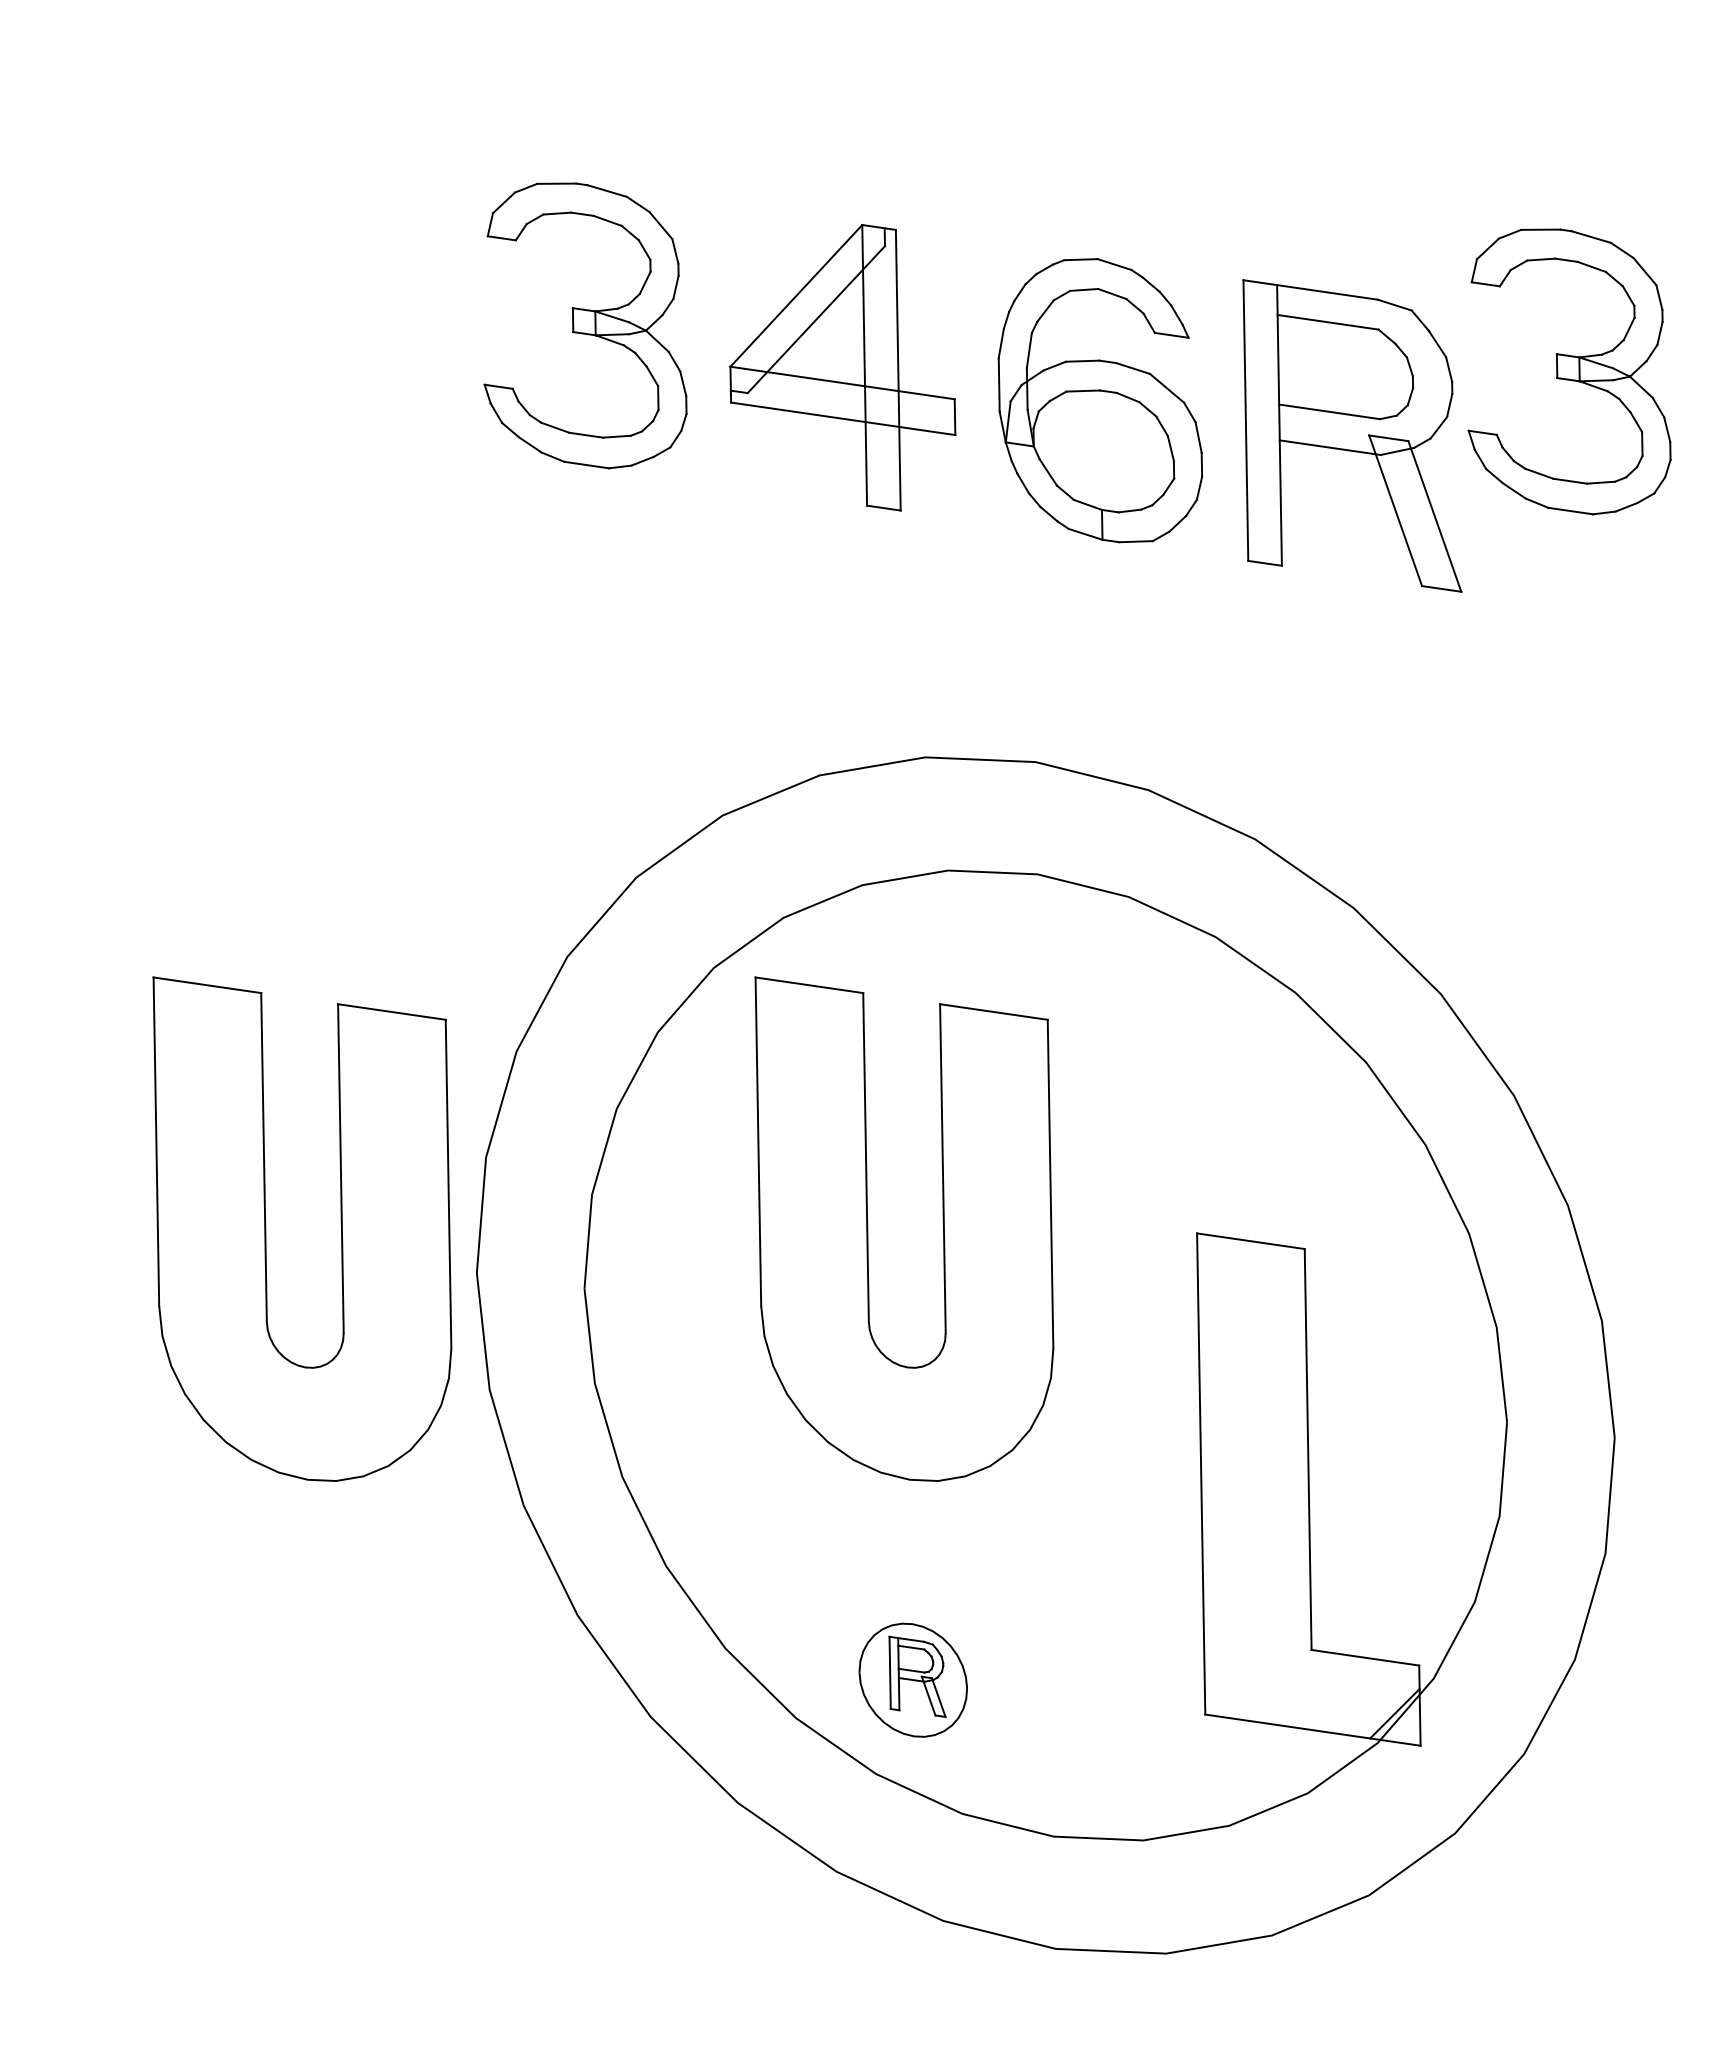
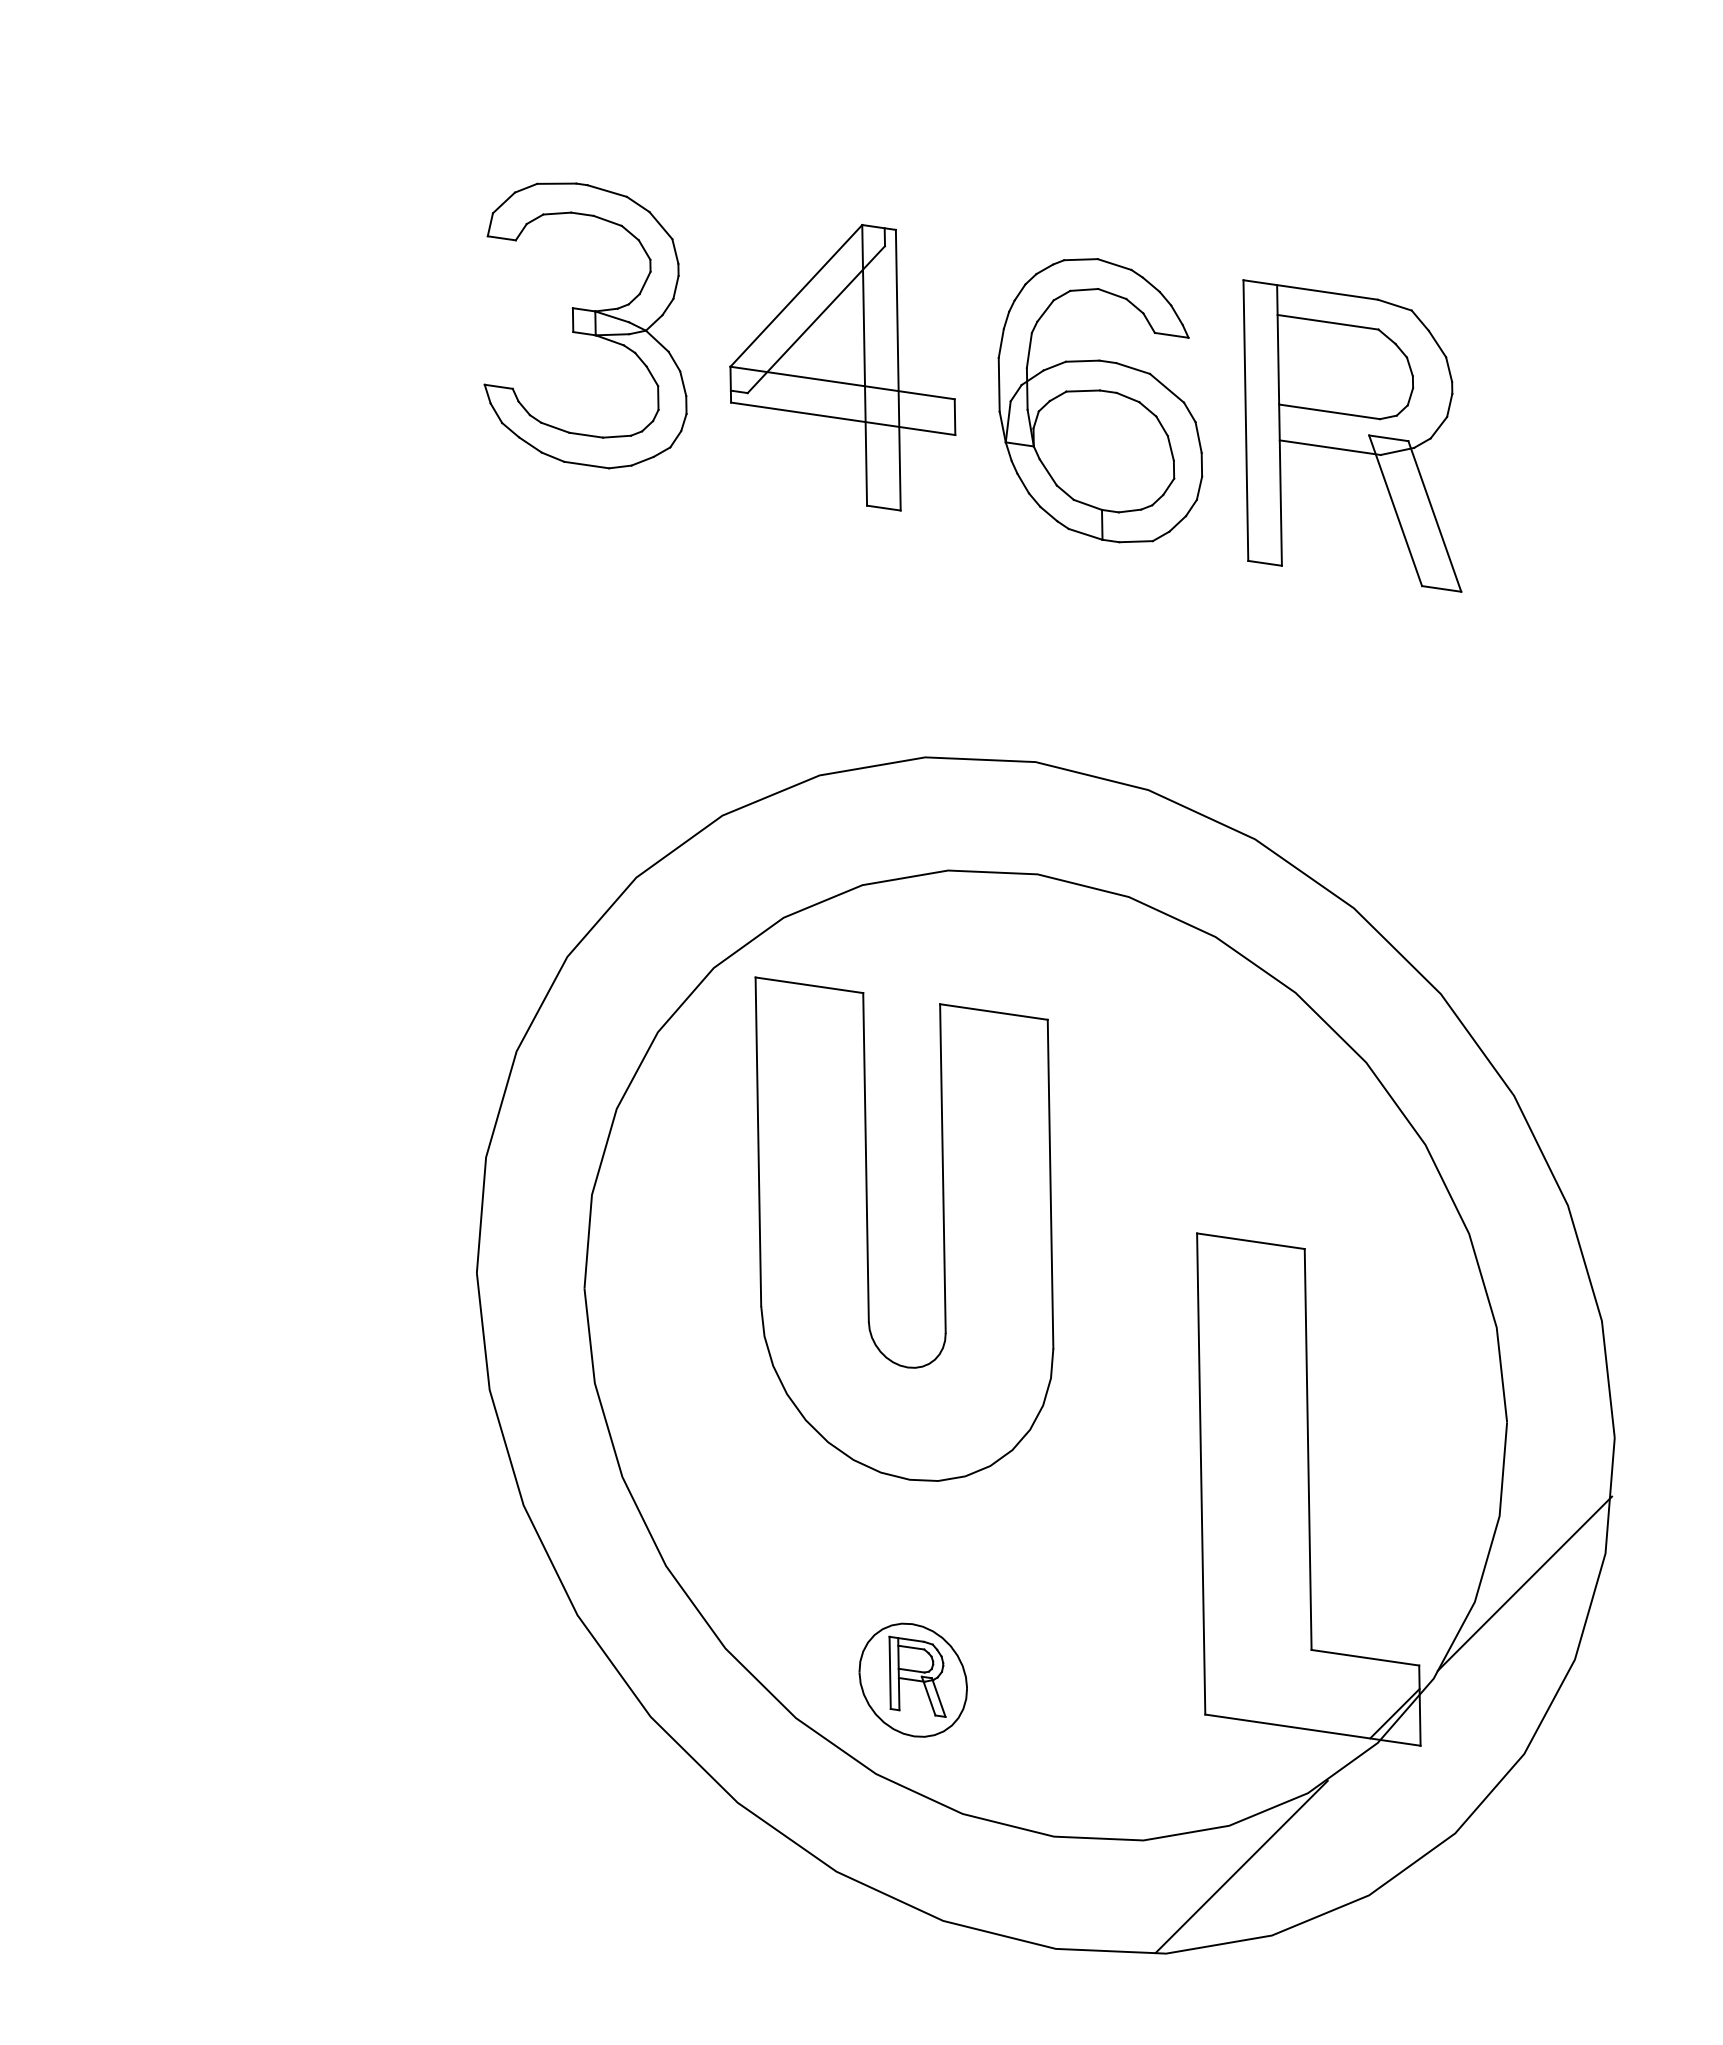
part at (1569, 371): present -> none
part at (266, 1228): present -> none
line at (1524, 1583): none -> present
line at (1241, 1866): none -> present
